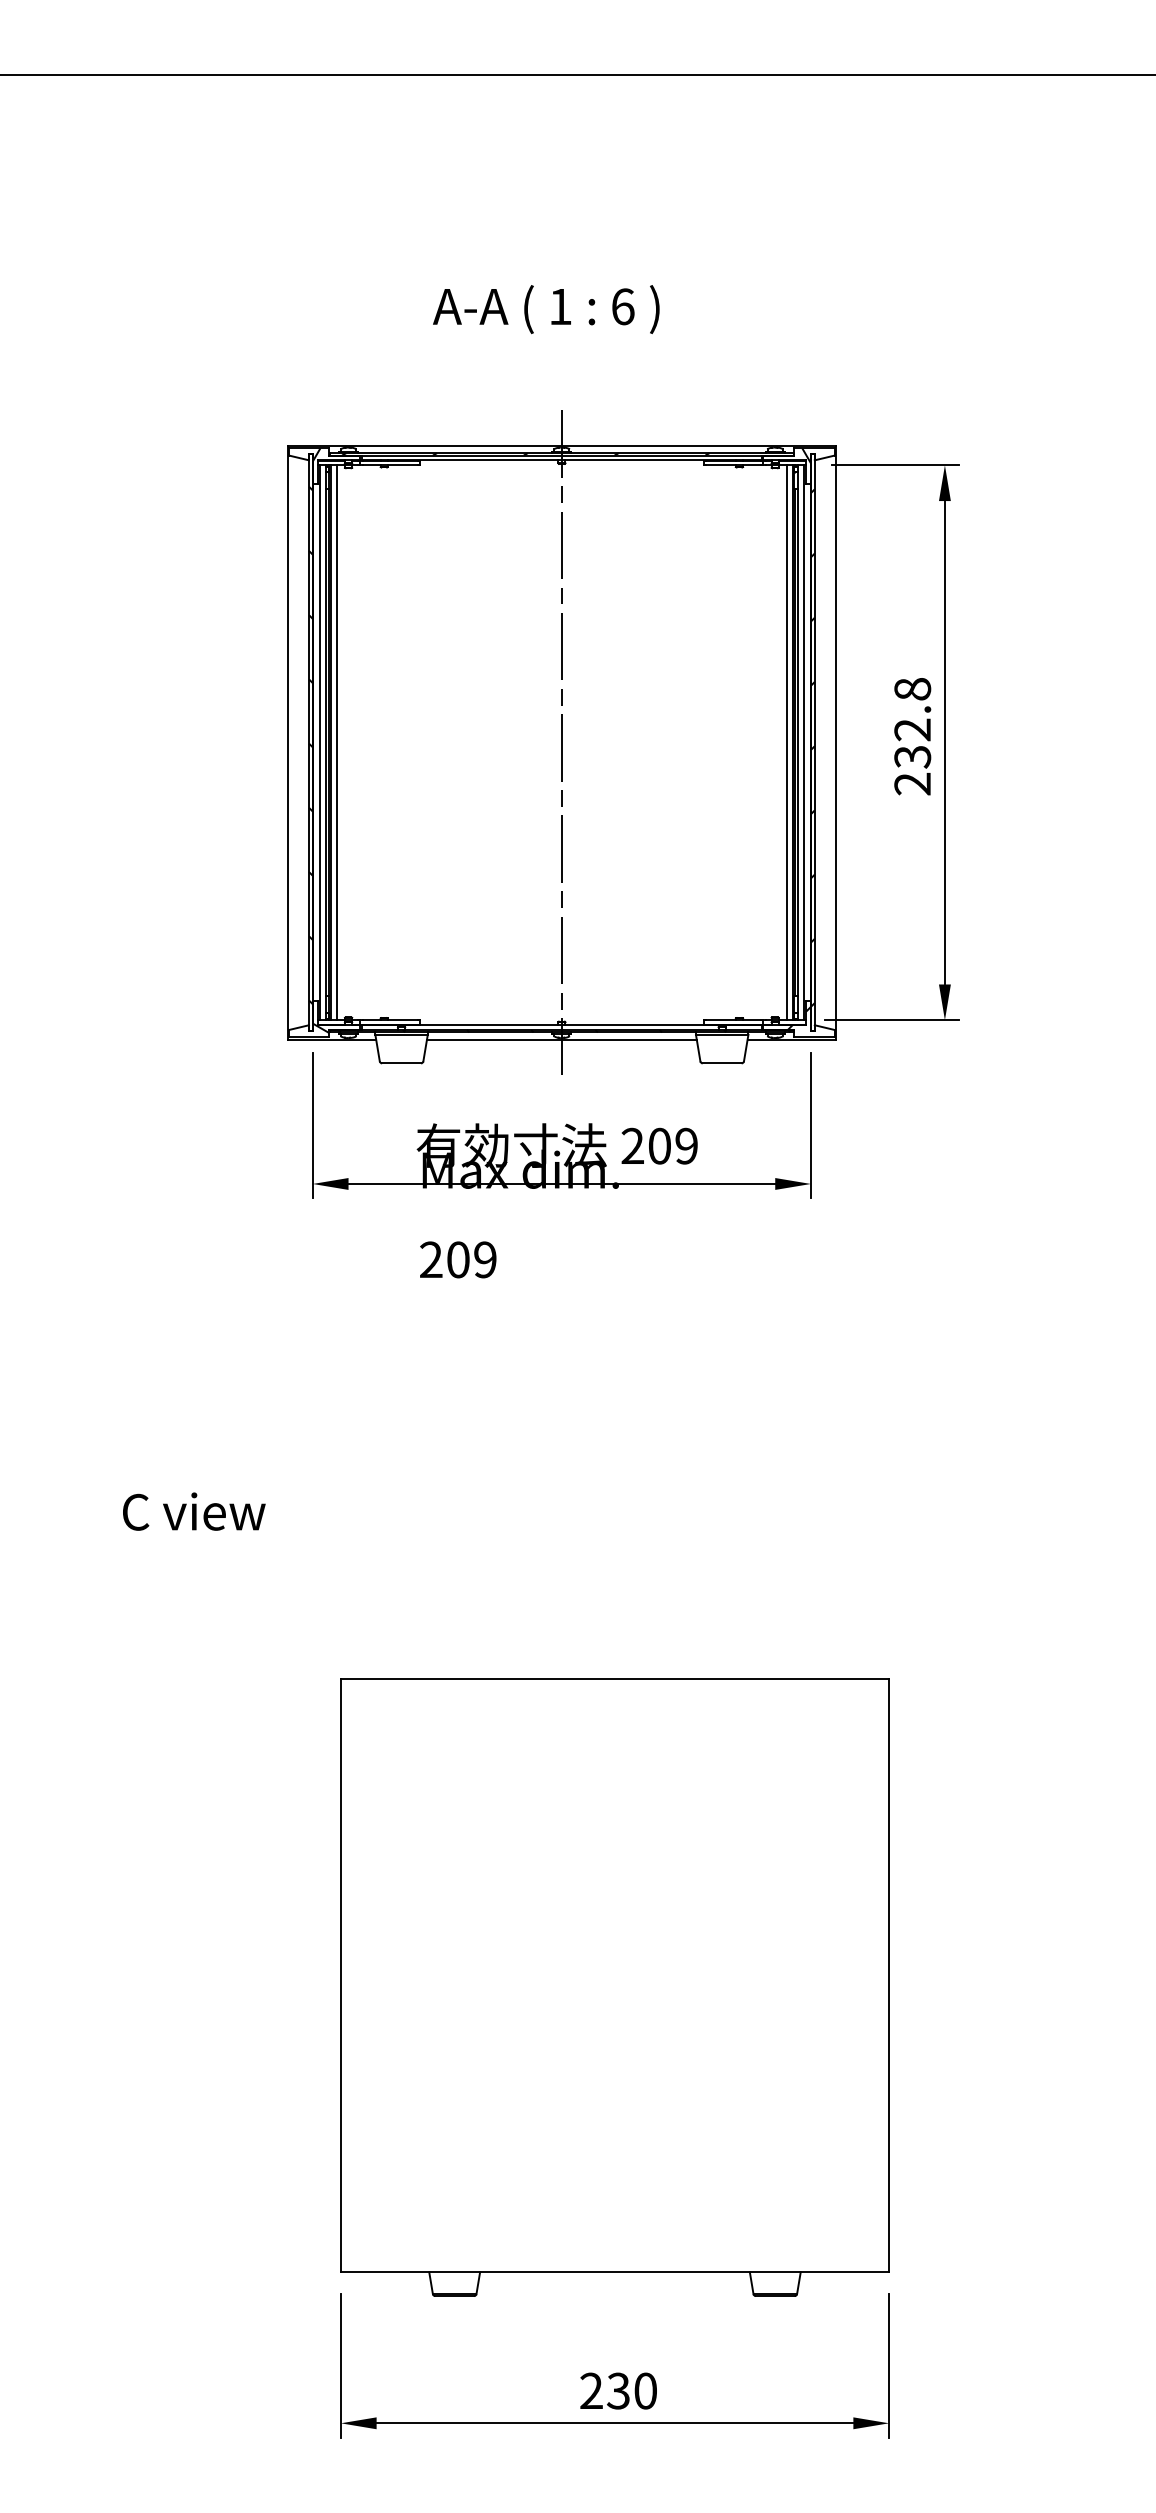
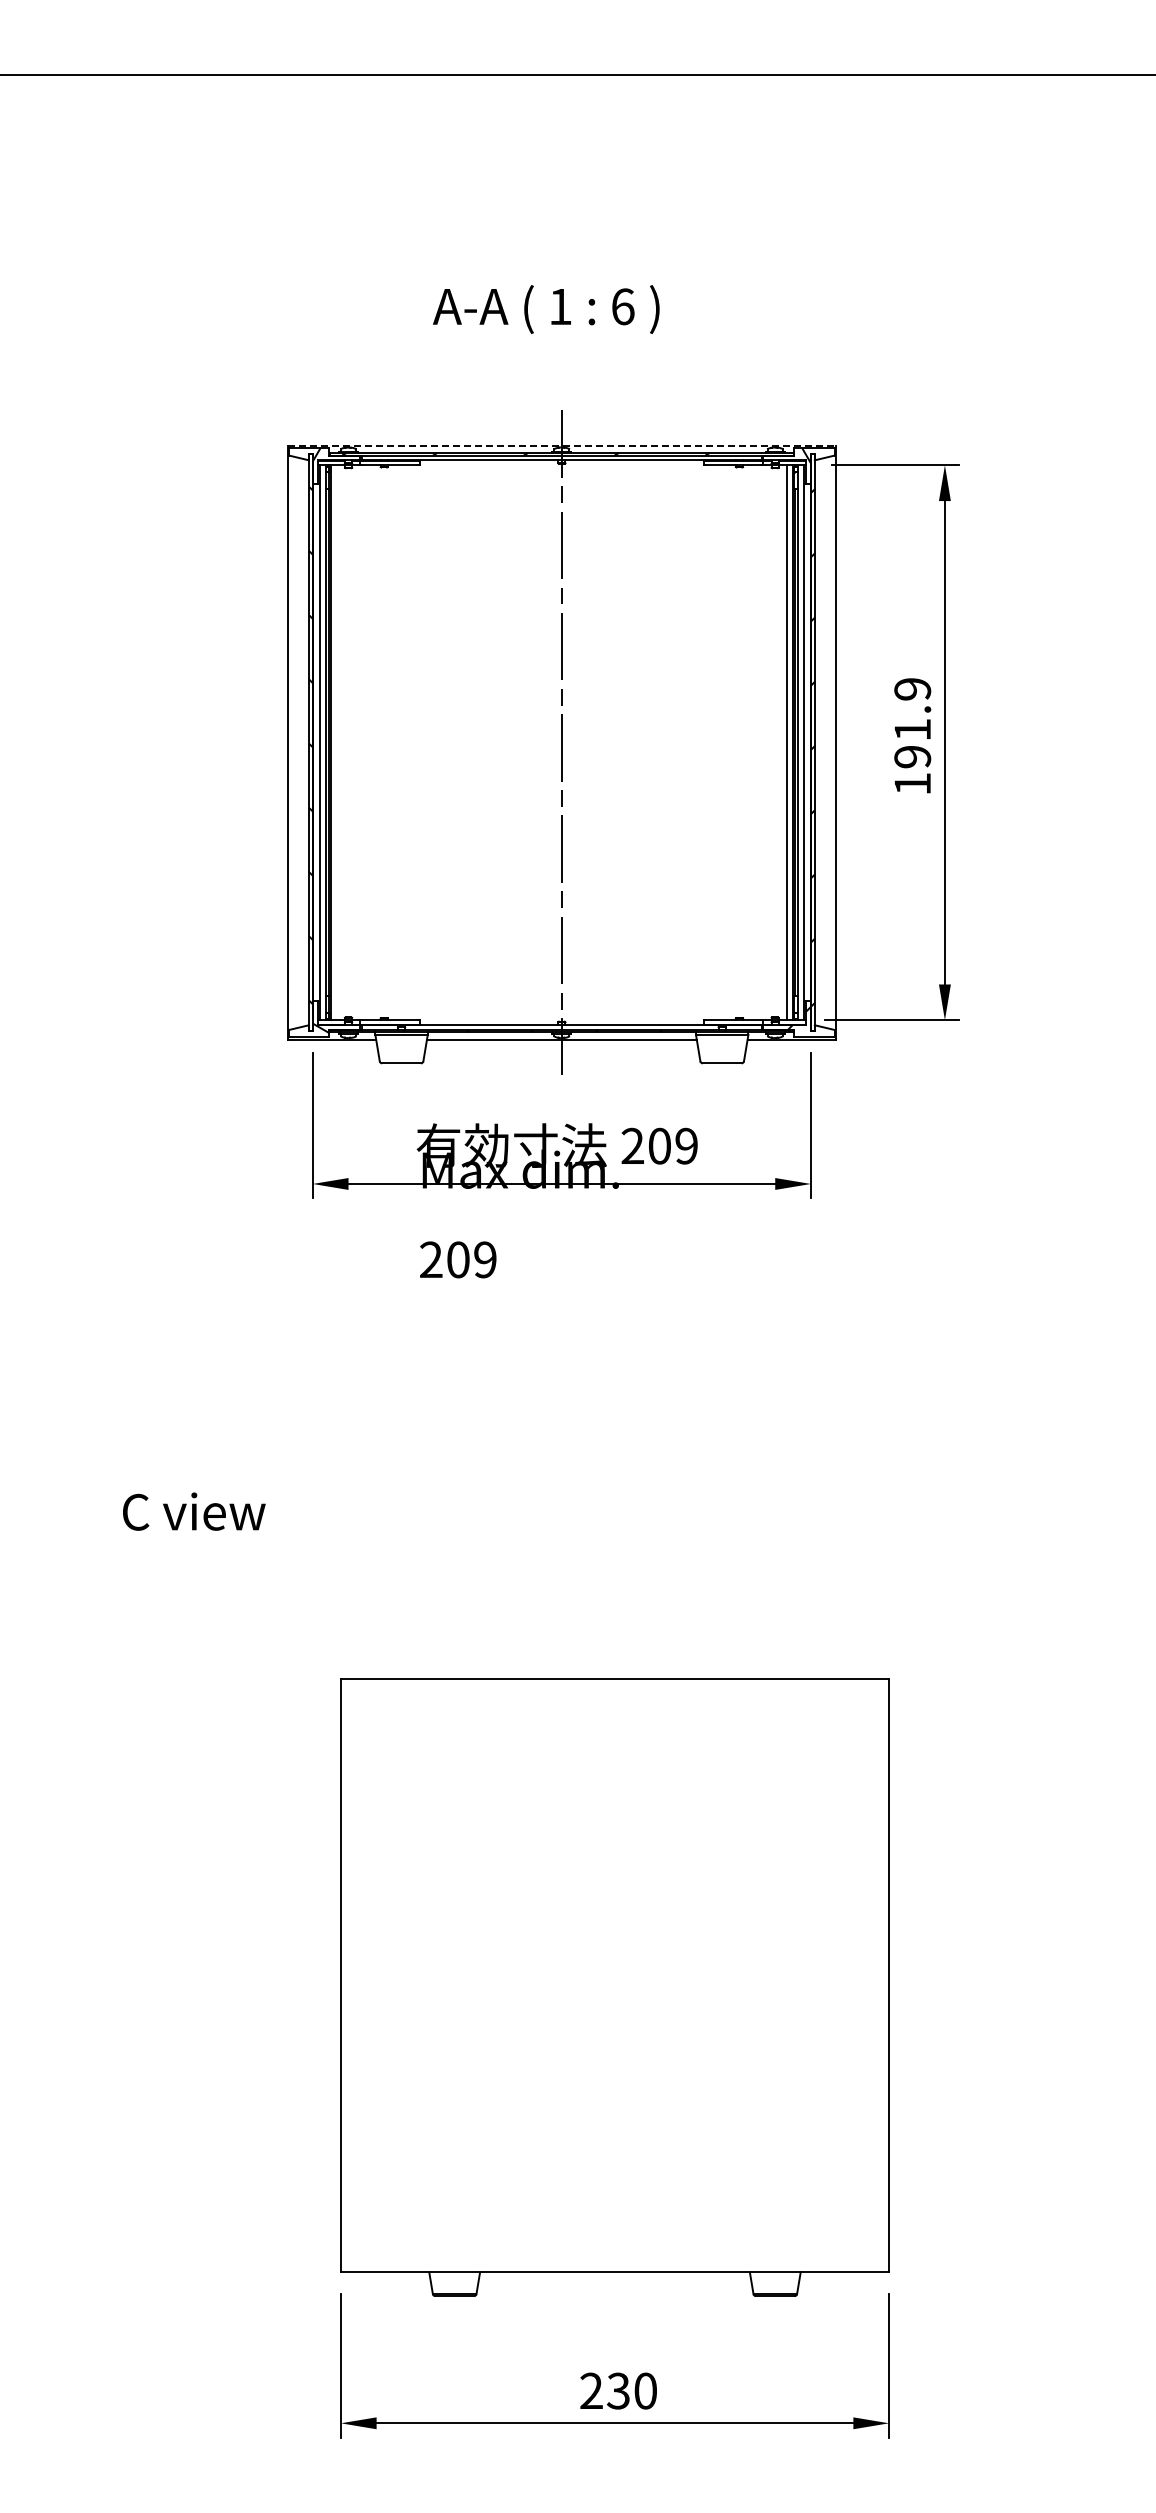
line at (562, 446): solid -> dashed
text at (912, 736): 232.8 -> 191.9
line at (336, 742): present -> none
